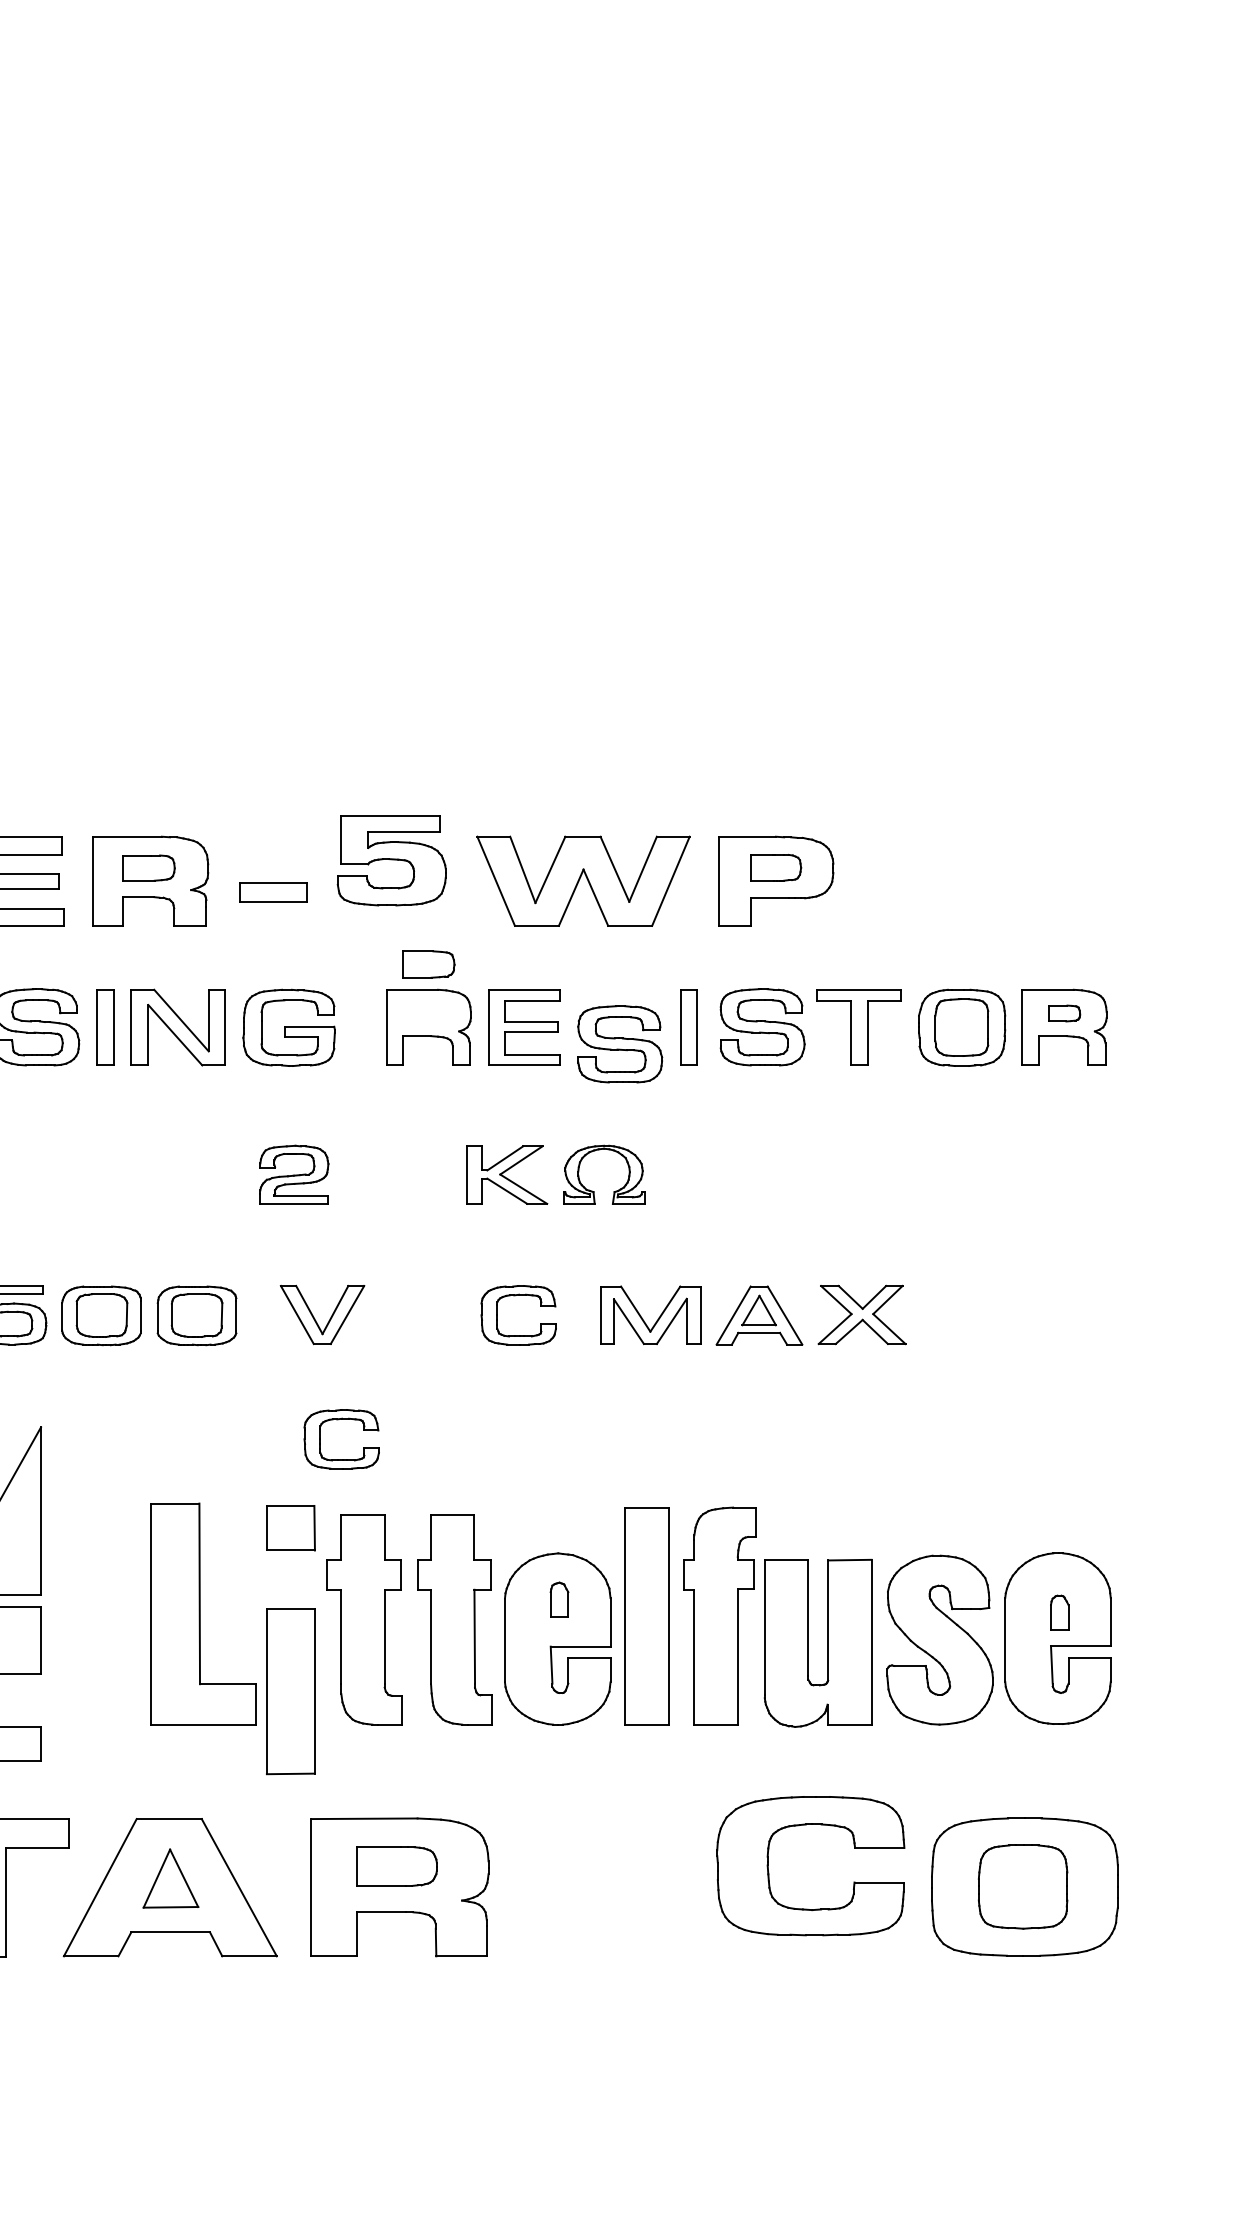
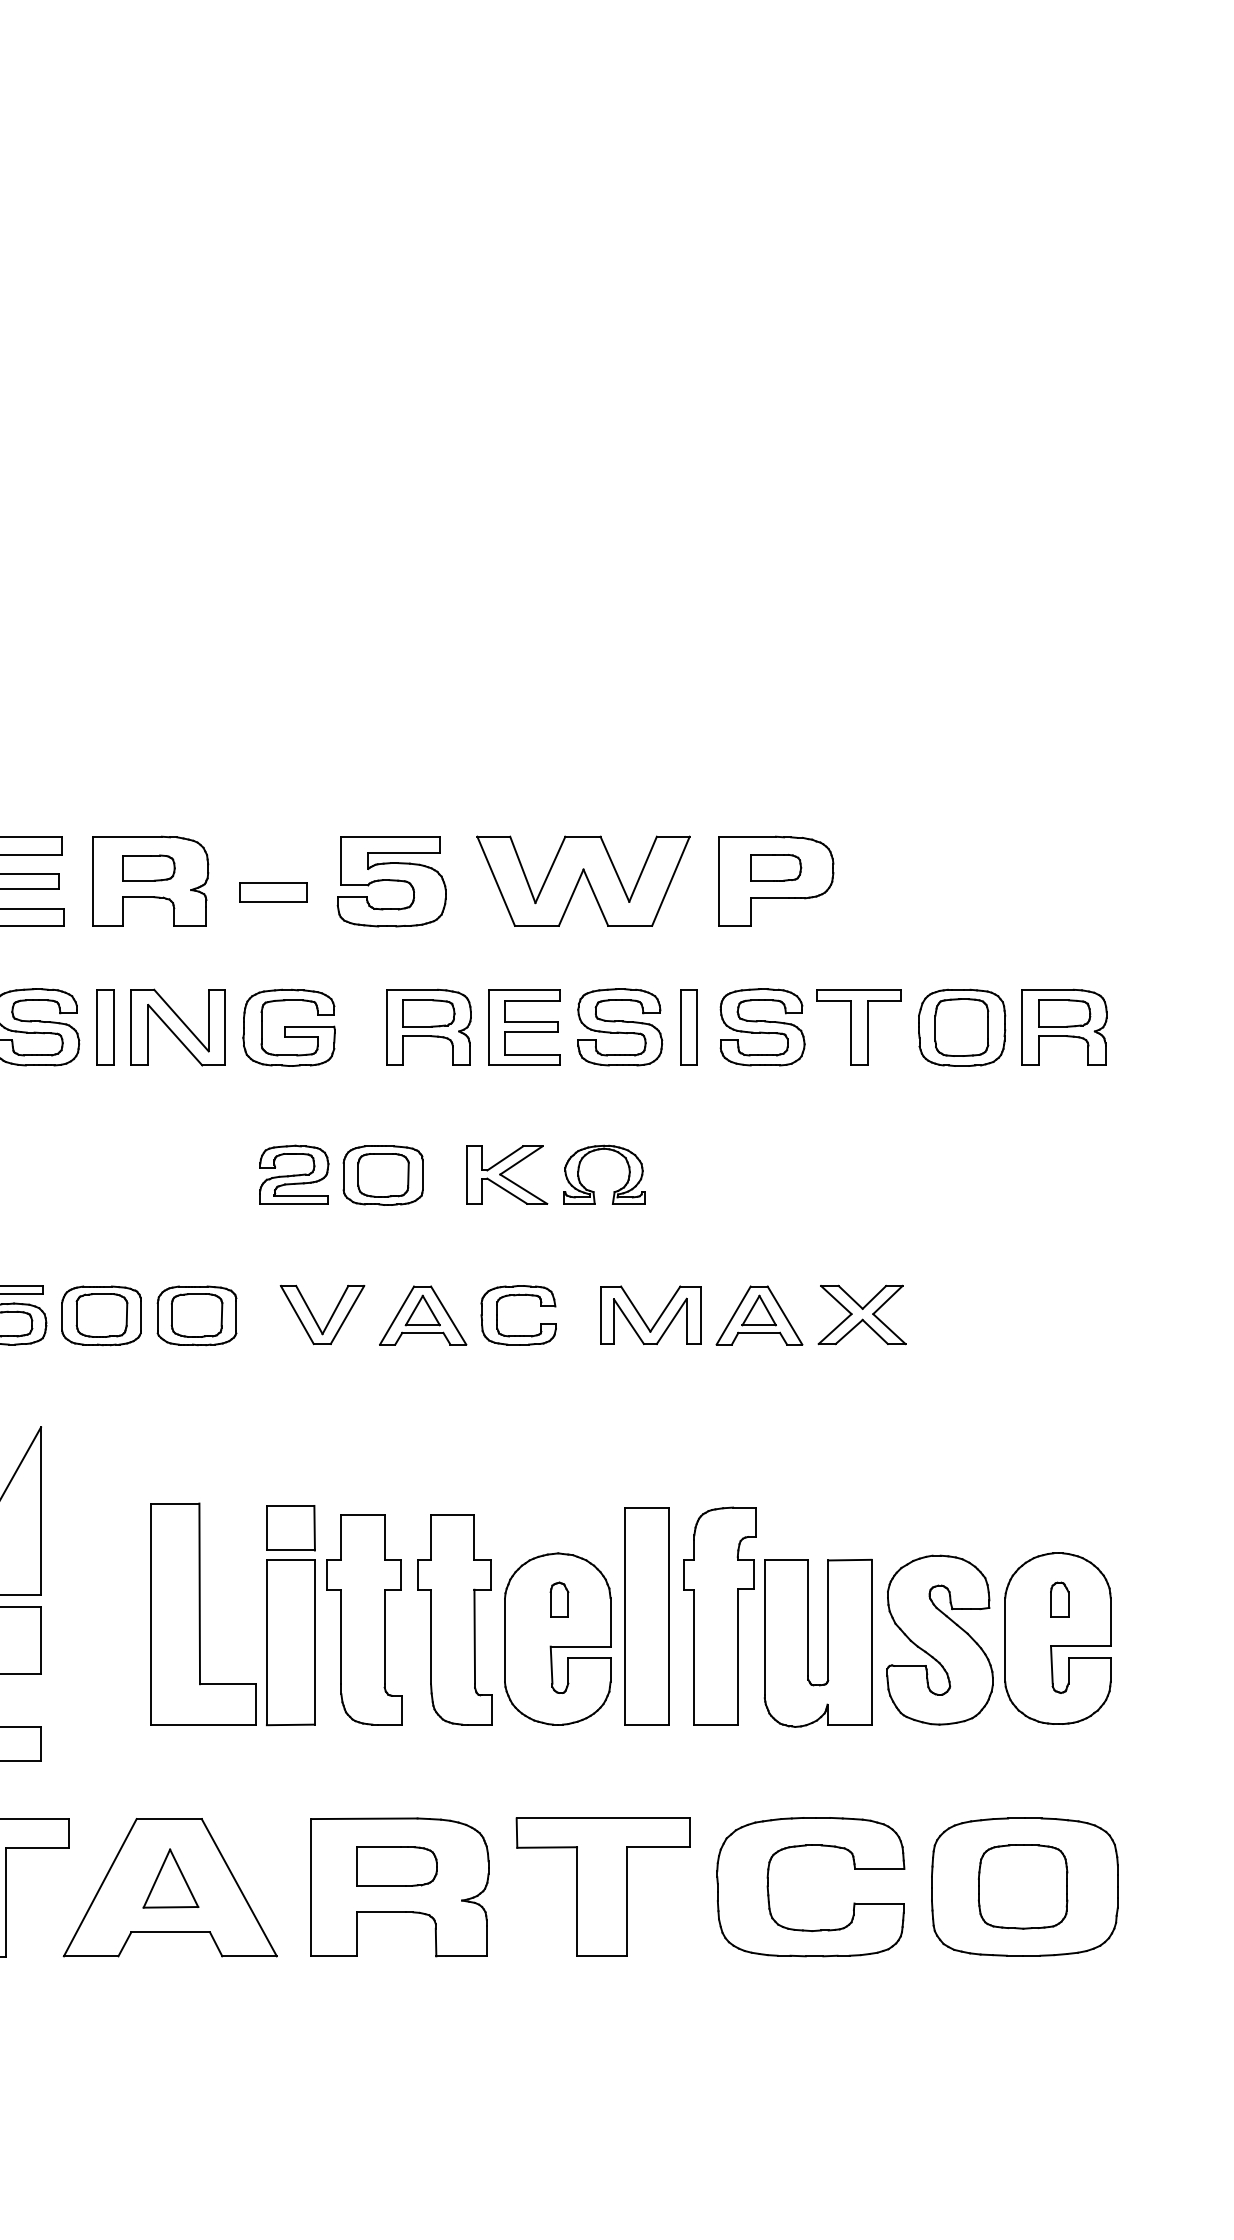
part at (391, 860) position: (391, 860) -> (391, 881)
part at (428, 964) position: (428, 964) -> (428, 1013)
part at (1064, 1013) size: 34x19 px -> 54x29 px
part at (620, 1044) position: (620, 1044) -> (620, 1027)
part at (382, 1175): none -> present
part at (423, 1315): none -> present
part at (338, 1420): present -> none
part at (1059, 1612) position: (1059, 1612) -> (1059, 1599)
part at (290, 1691) position: (290, 1691) -> (290, 1642)
part at (806, 1825) position: (806, 1825) -> (806, 1846)
part at (602, 1886): none -> present
